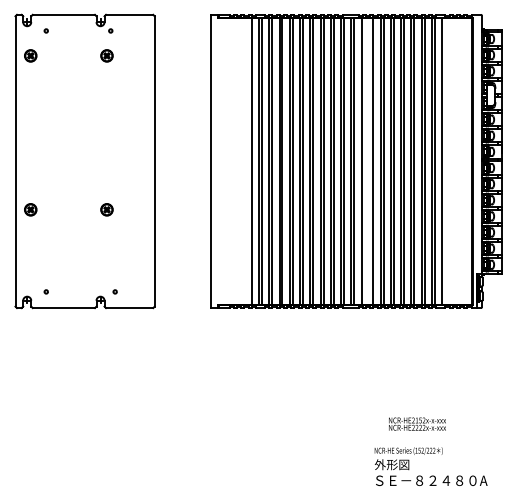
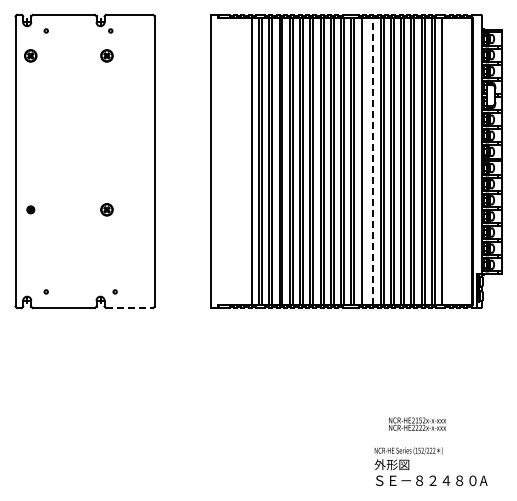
line at (373, 161): solid -> dashed
part at (30, 209) size: 14x14 px -> 10x10 px
line at (129, 308): solid -> dashed
